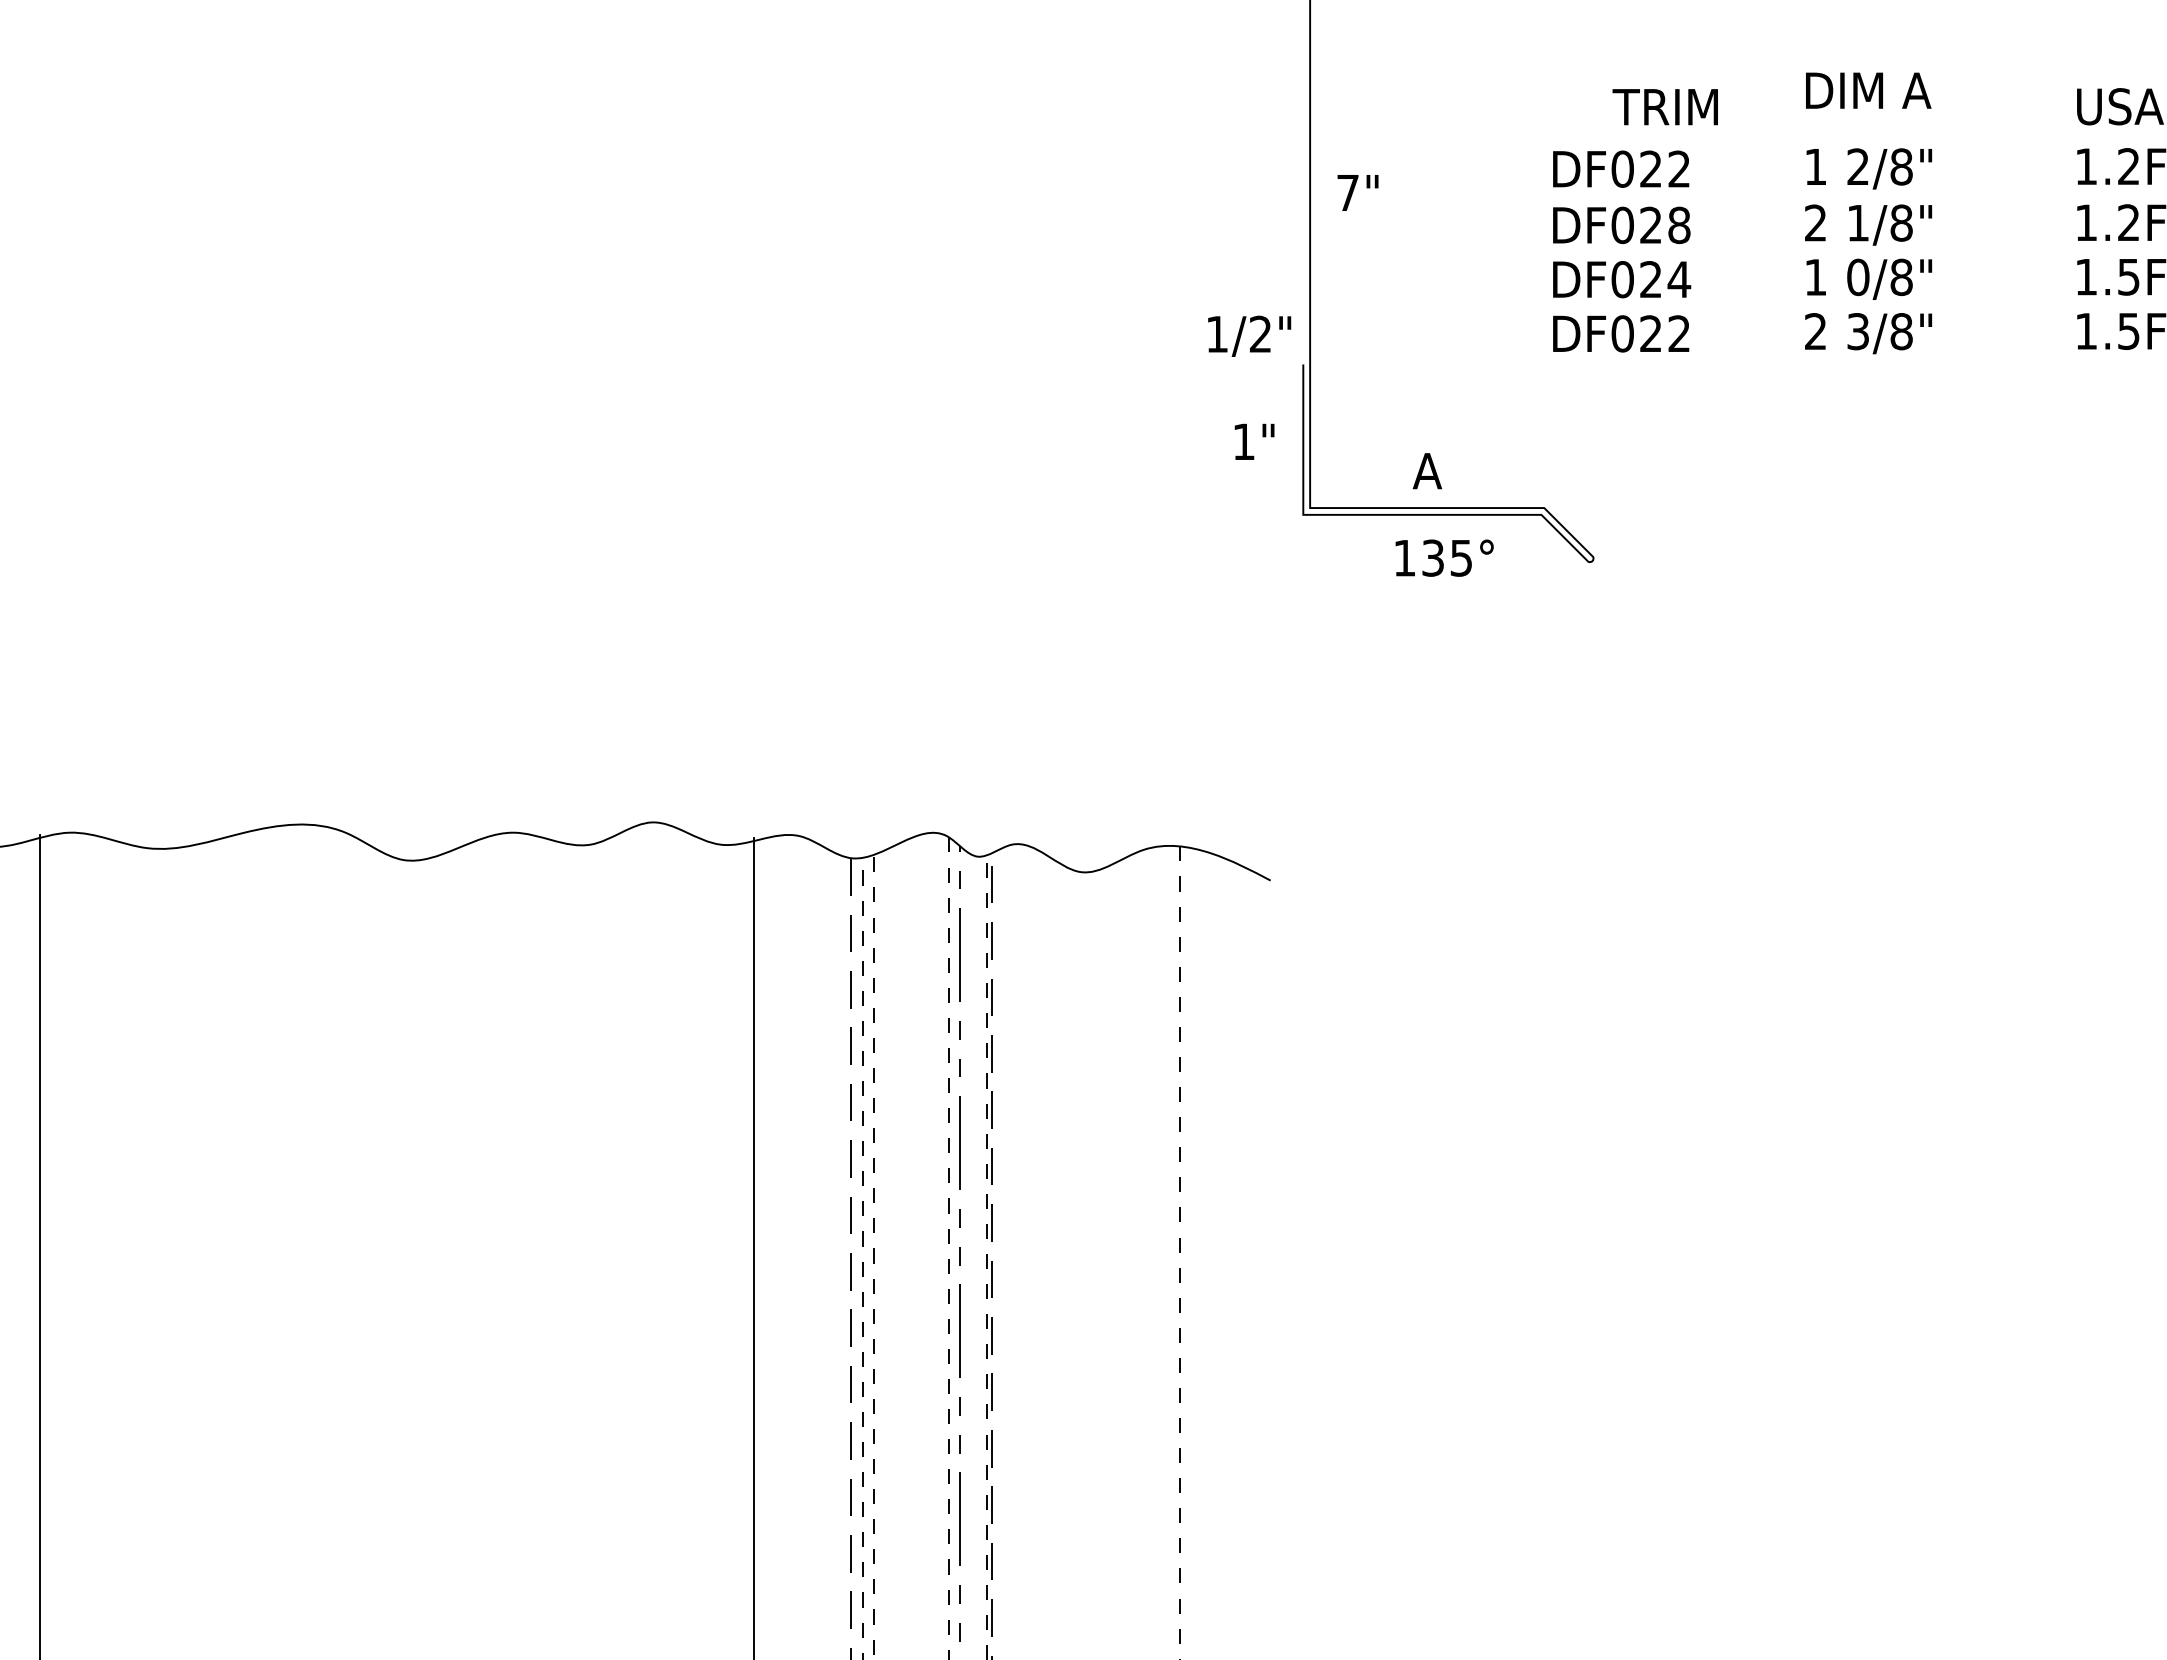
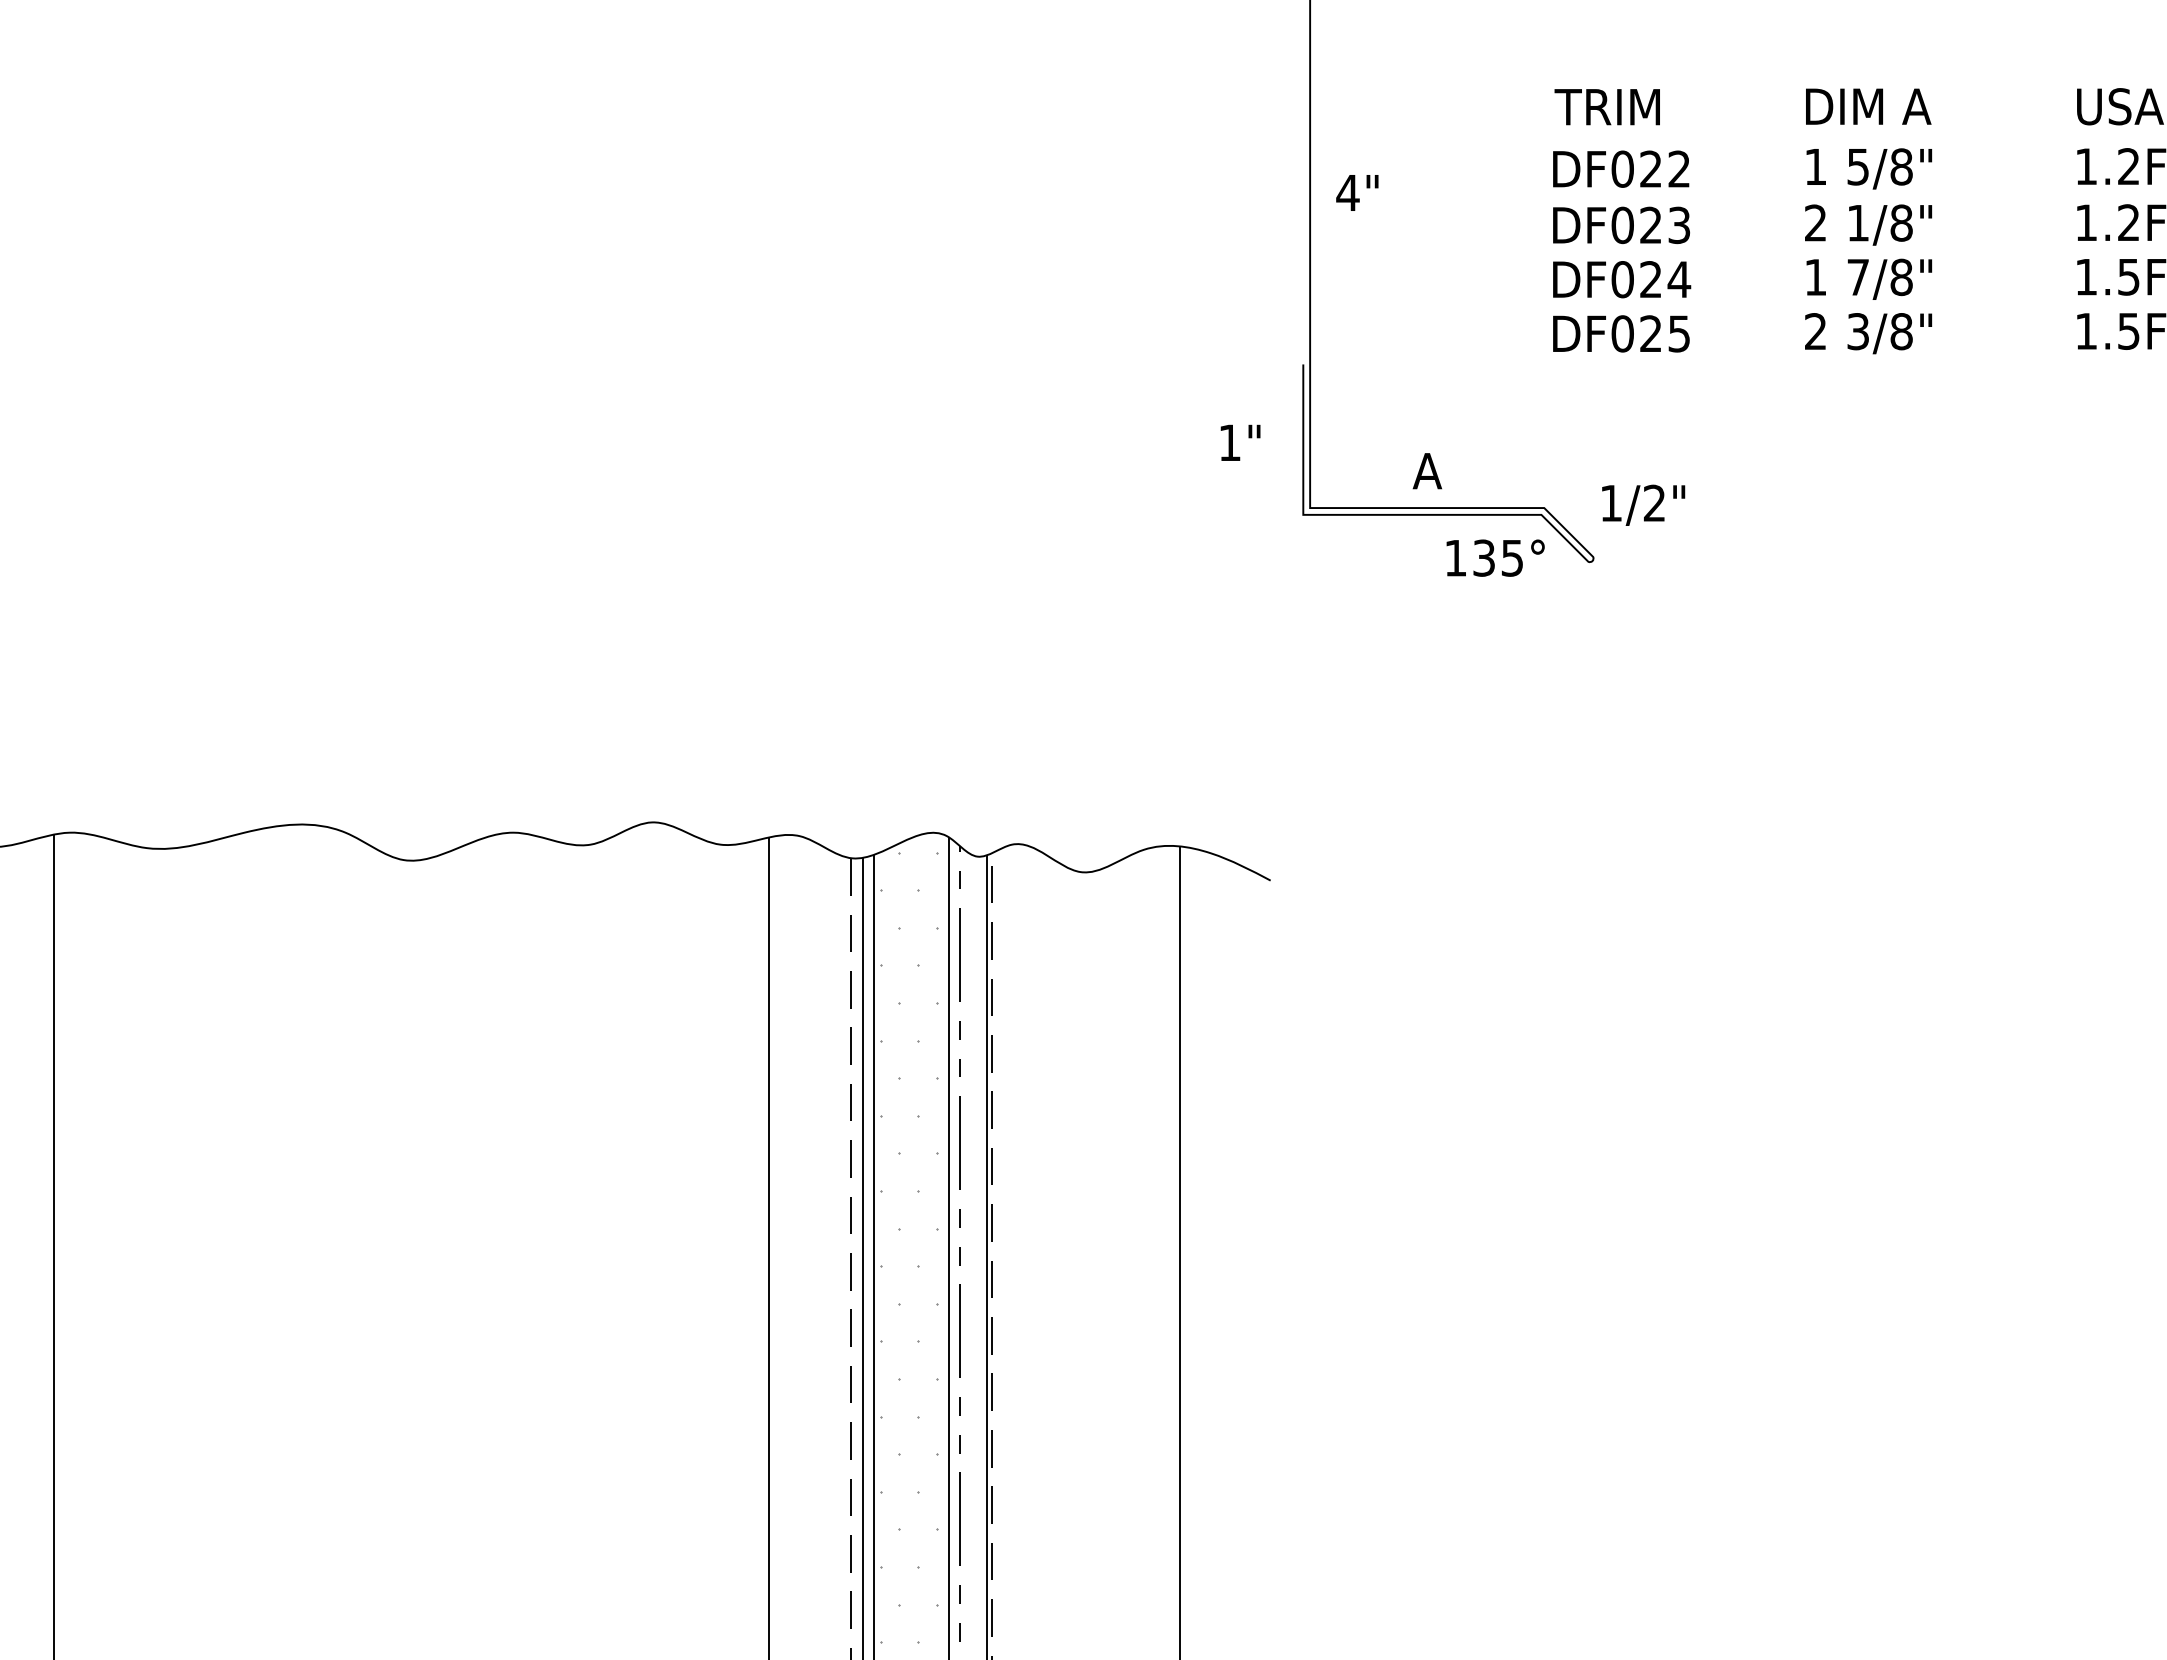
text at (1868, 90) position: (1868, 90) -> (1868, 106)
text at (1664, 107) position: (1664, 107) -> (1606, 107)
text at (1857, 166): 2/8" -> 5/8"
text at (1347, 192): 7" -> 4"
text at (1679, 225): DF028 -> DF023
text at (1858, 277): 0/8" -> 7/8"
text at (1678, 333): DF022 -> DF025
text at (1249, 335) position: (1249, 335) -> (1643, 504)
text at (1254, 441) position: (1254, 441) -> (1240, 442)
text at (1444, 557) position: (1444, 557) -> (1495, 557)
line at (40, 1245) position: (40, 1245) -> (54, 1245)
line at (753, 1246) position: (753, 1246) -> (768, 1246)
hatch at (908, 1247): none -> present
line at (862, 1258): dashed -> solid
line at (949, 1651): dashed -> solid
line at (1179, 1655): dashed -> solid
